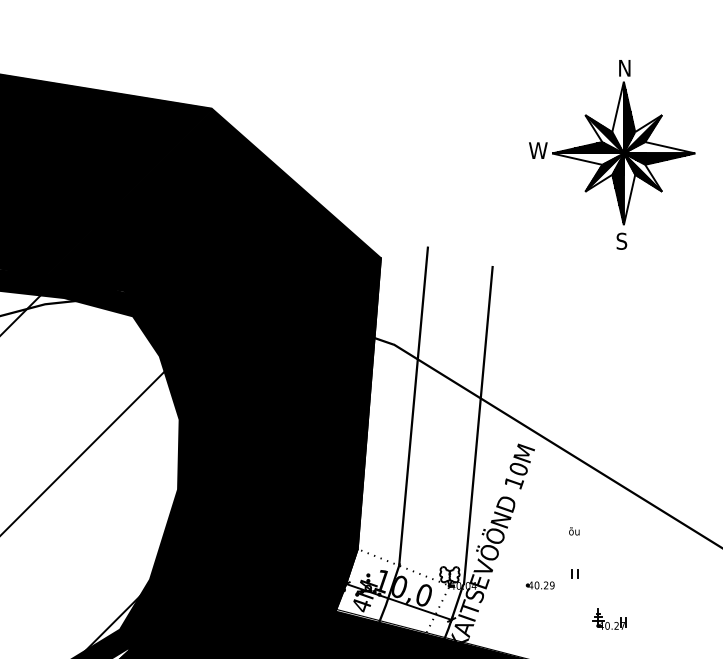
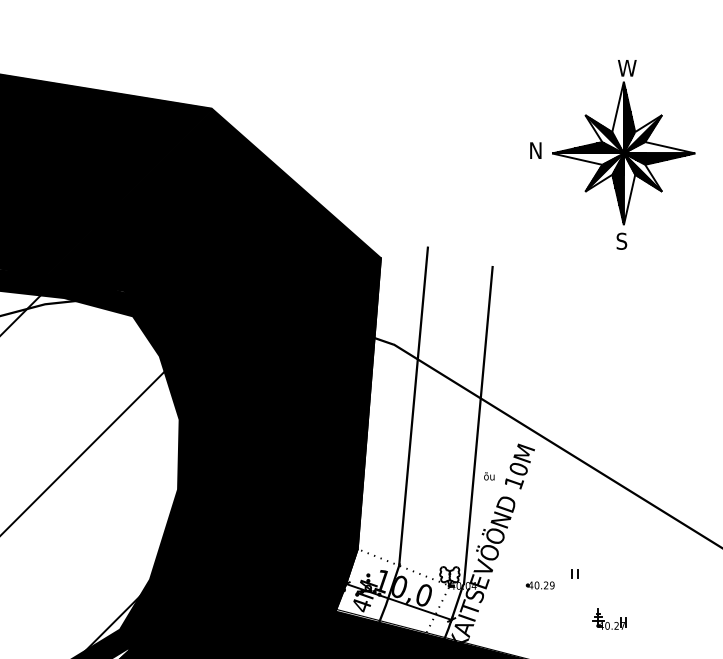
text at (626, 68): N -> W
text at (538, 150): W -> N
text at (574, 531) position: (574, 531) -> (489, 476)
